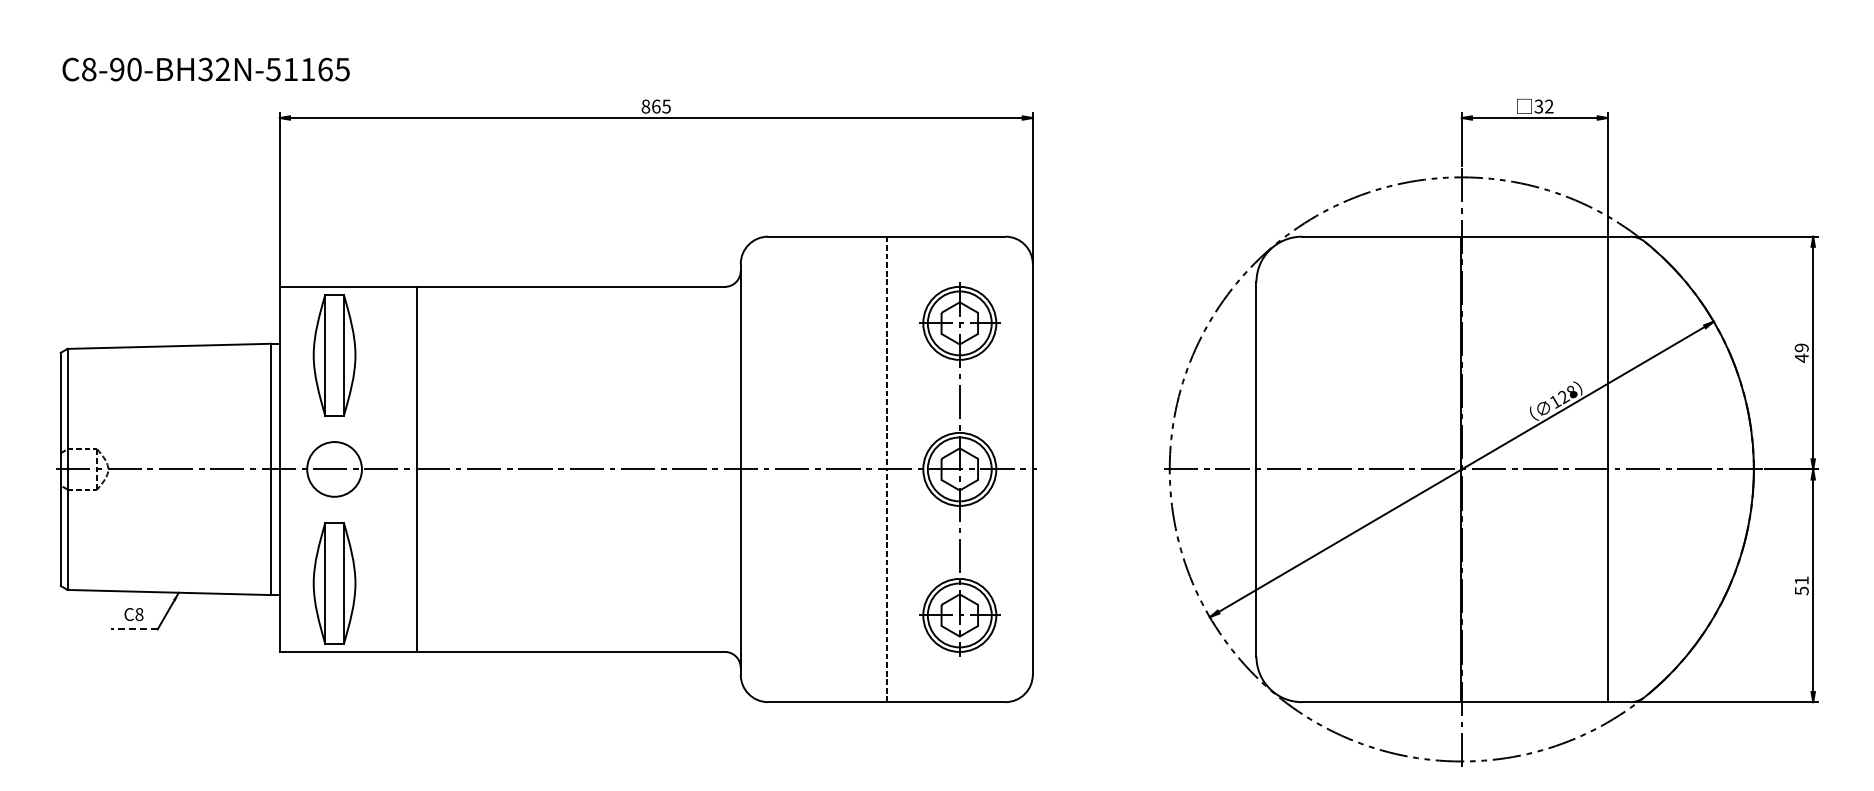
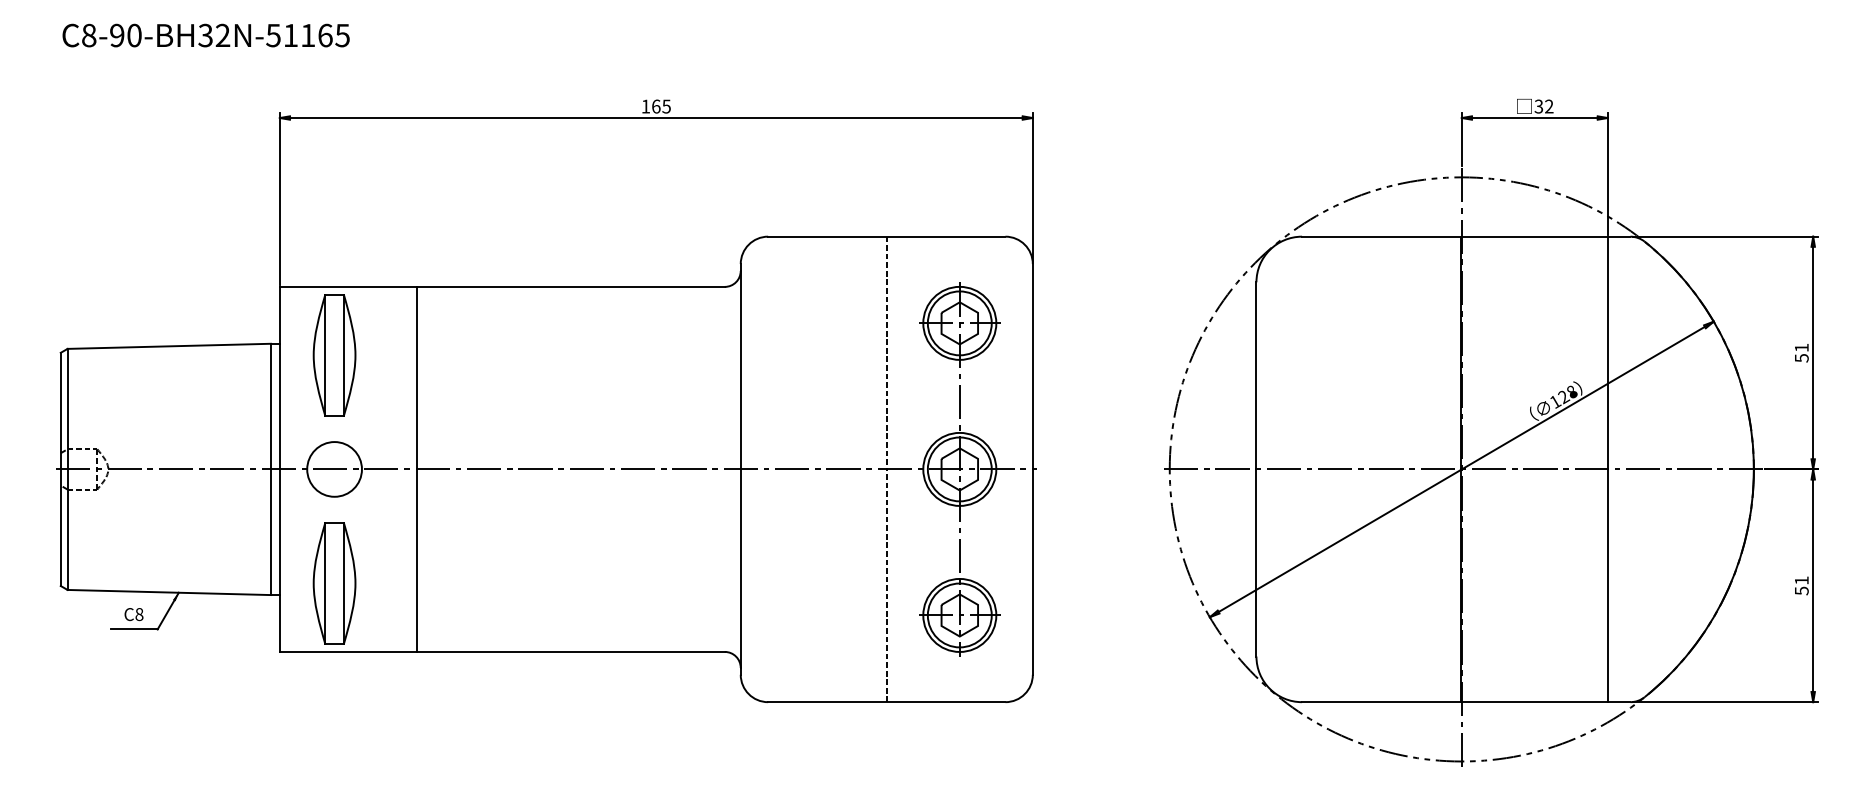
text at (205, 69) position: (205, 69) -> (205, 35)
text at (645, 106): 865 -> 165
text at (1801, 352): 49 -> 51
line at (133, 629): dashed -> solid
